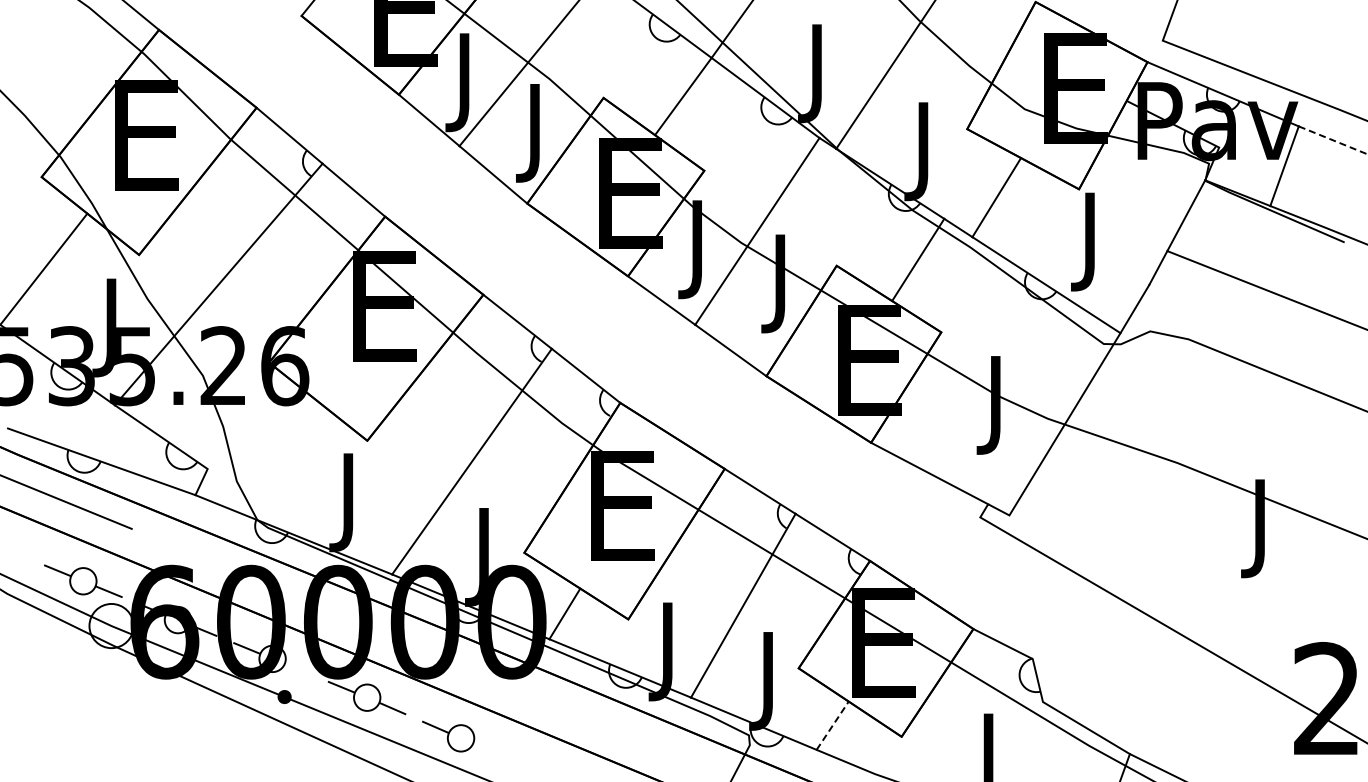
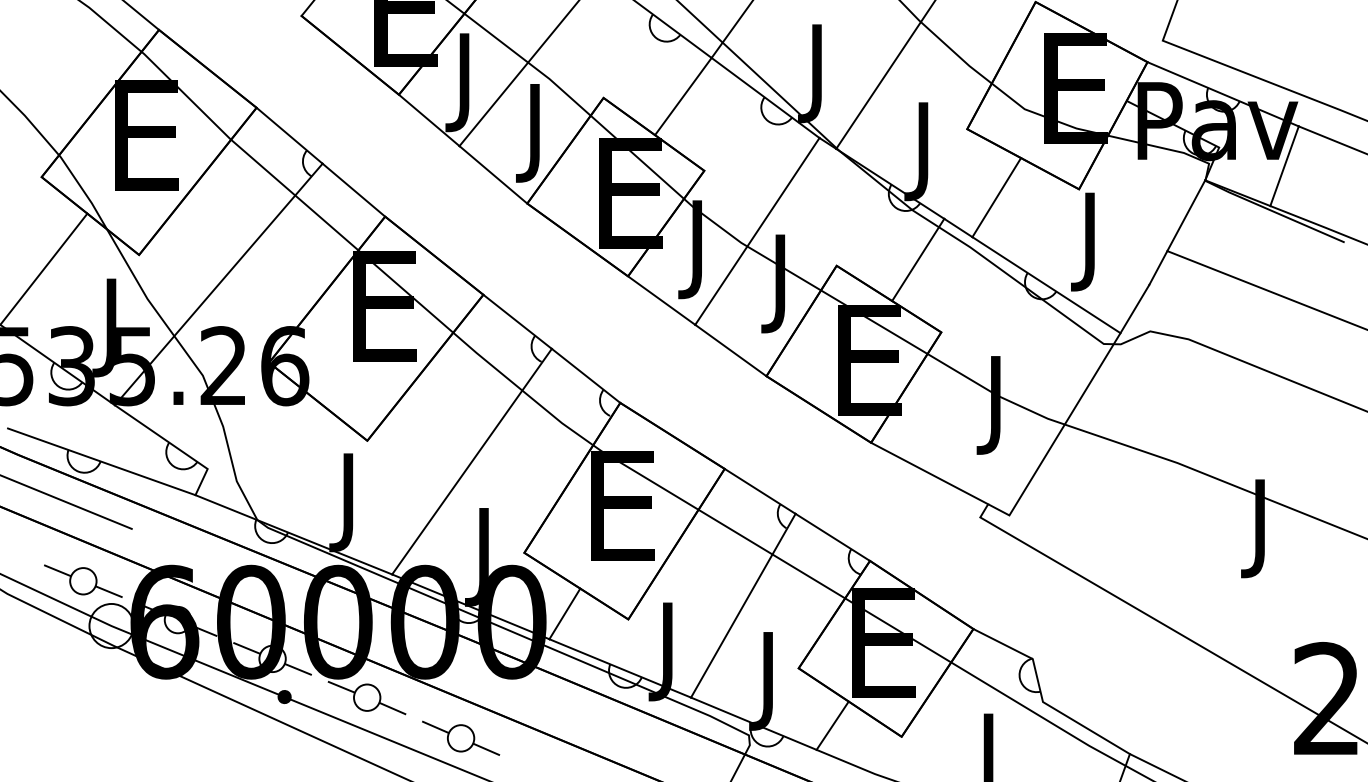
line at (1333, 140): dashed -> solid
line at (297, 669): none -> present
line at (832, 725): dashed -> solid
line at (486, 748): none -> present
